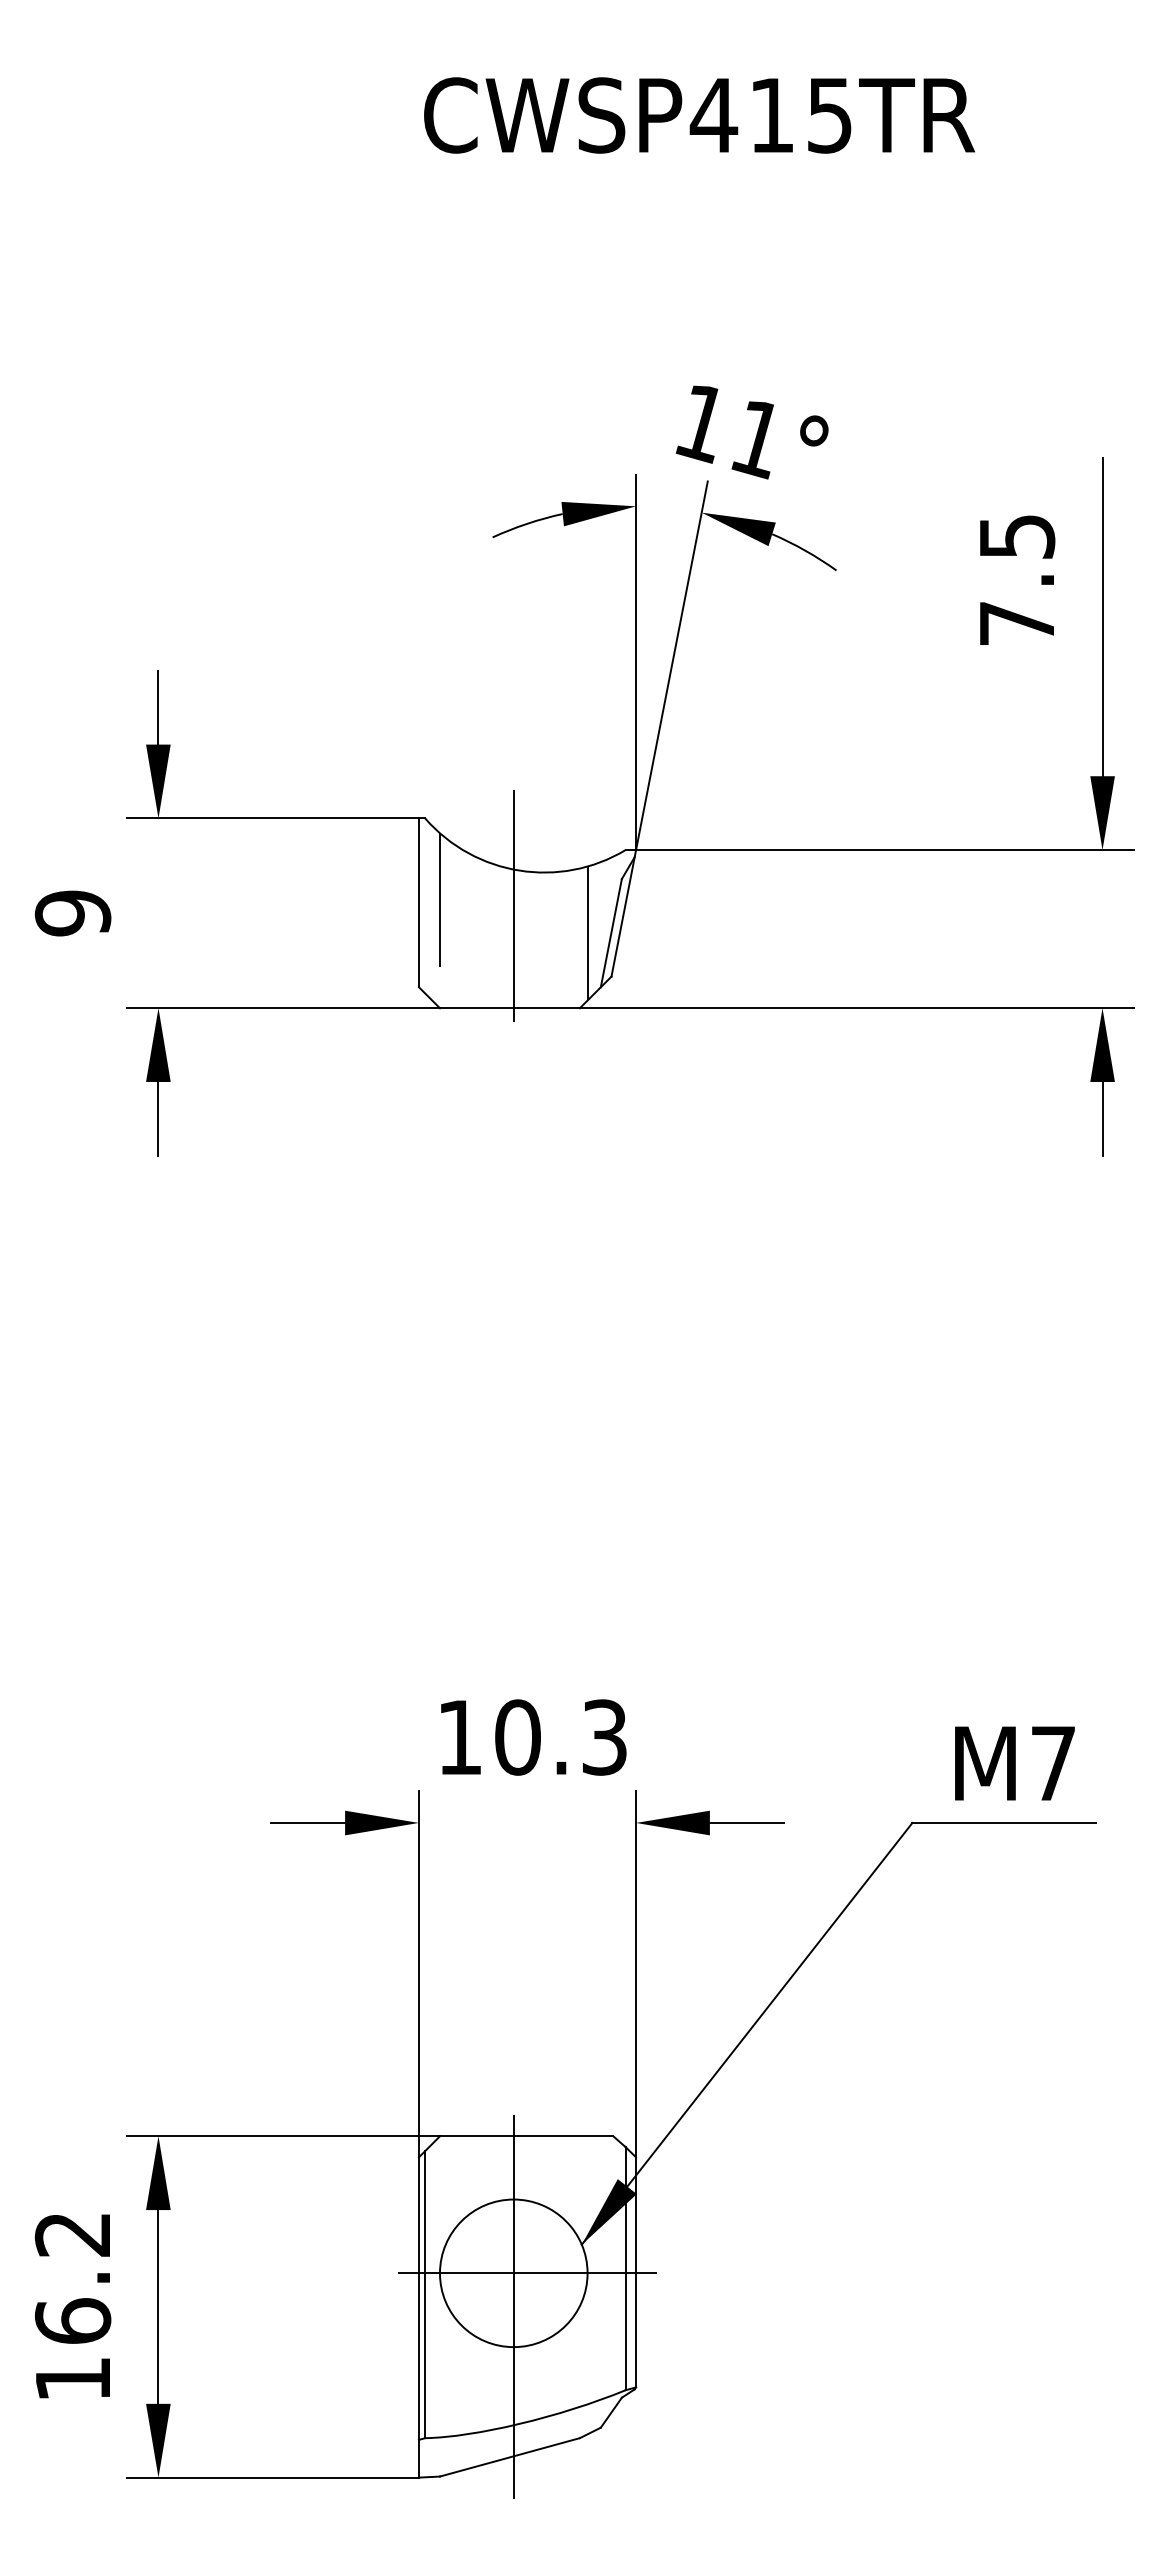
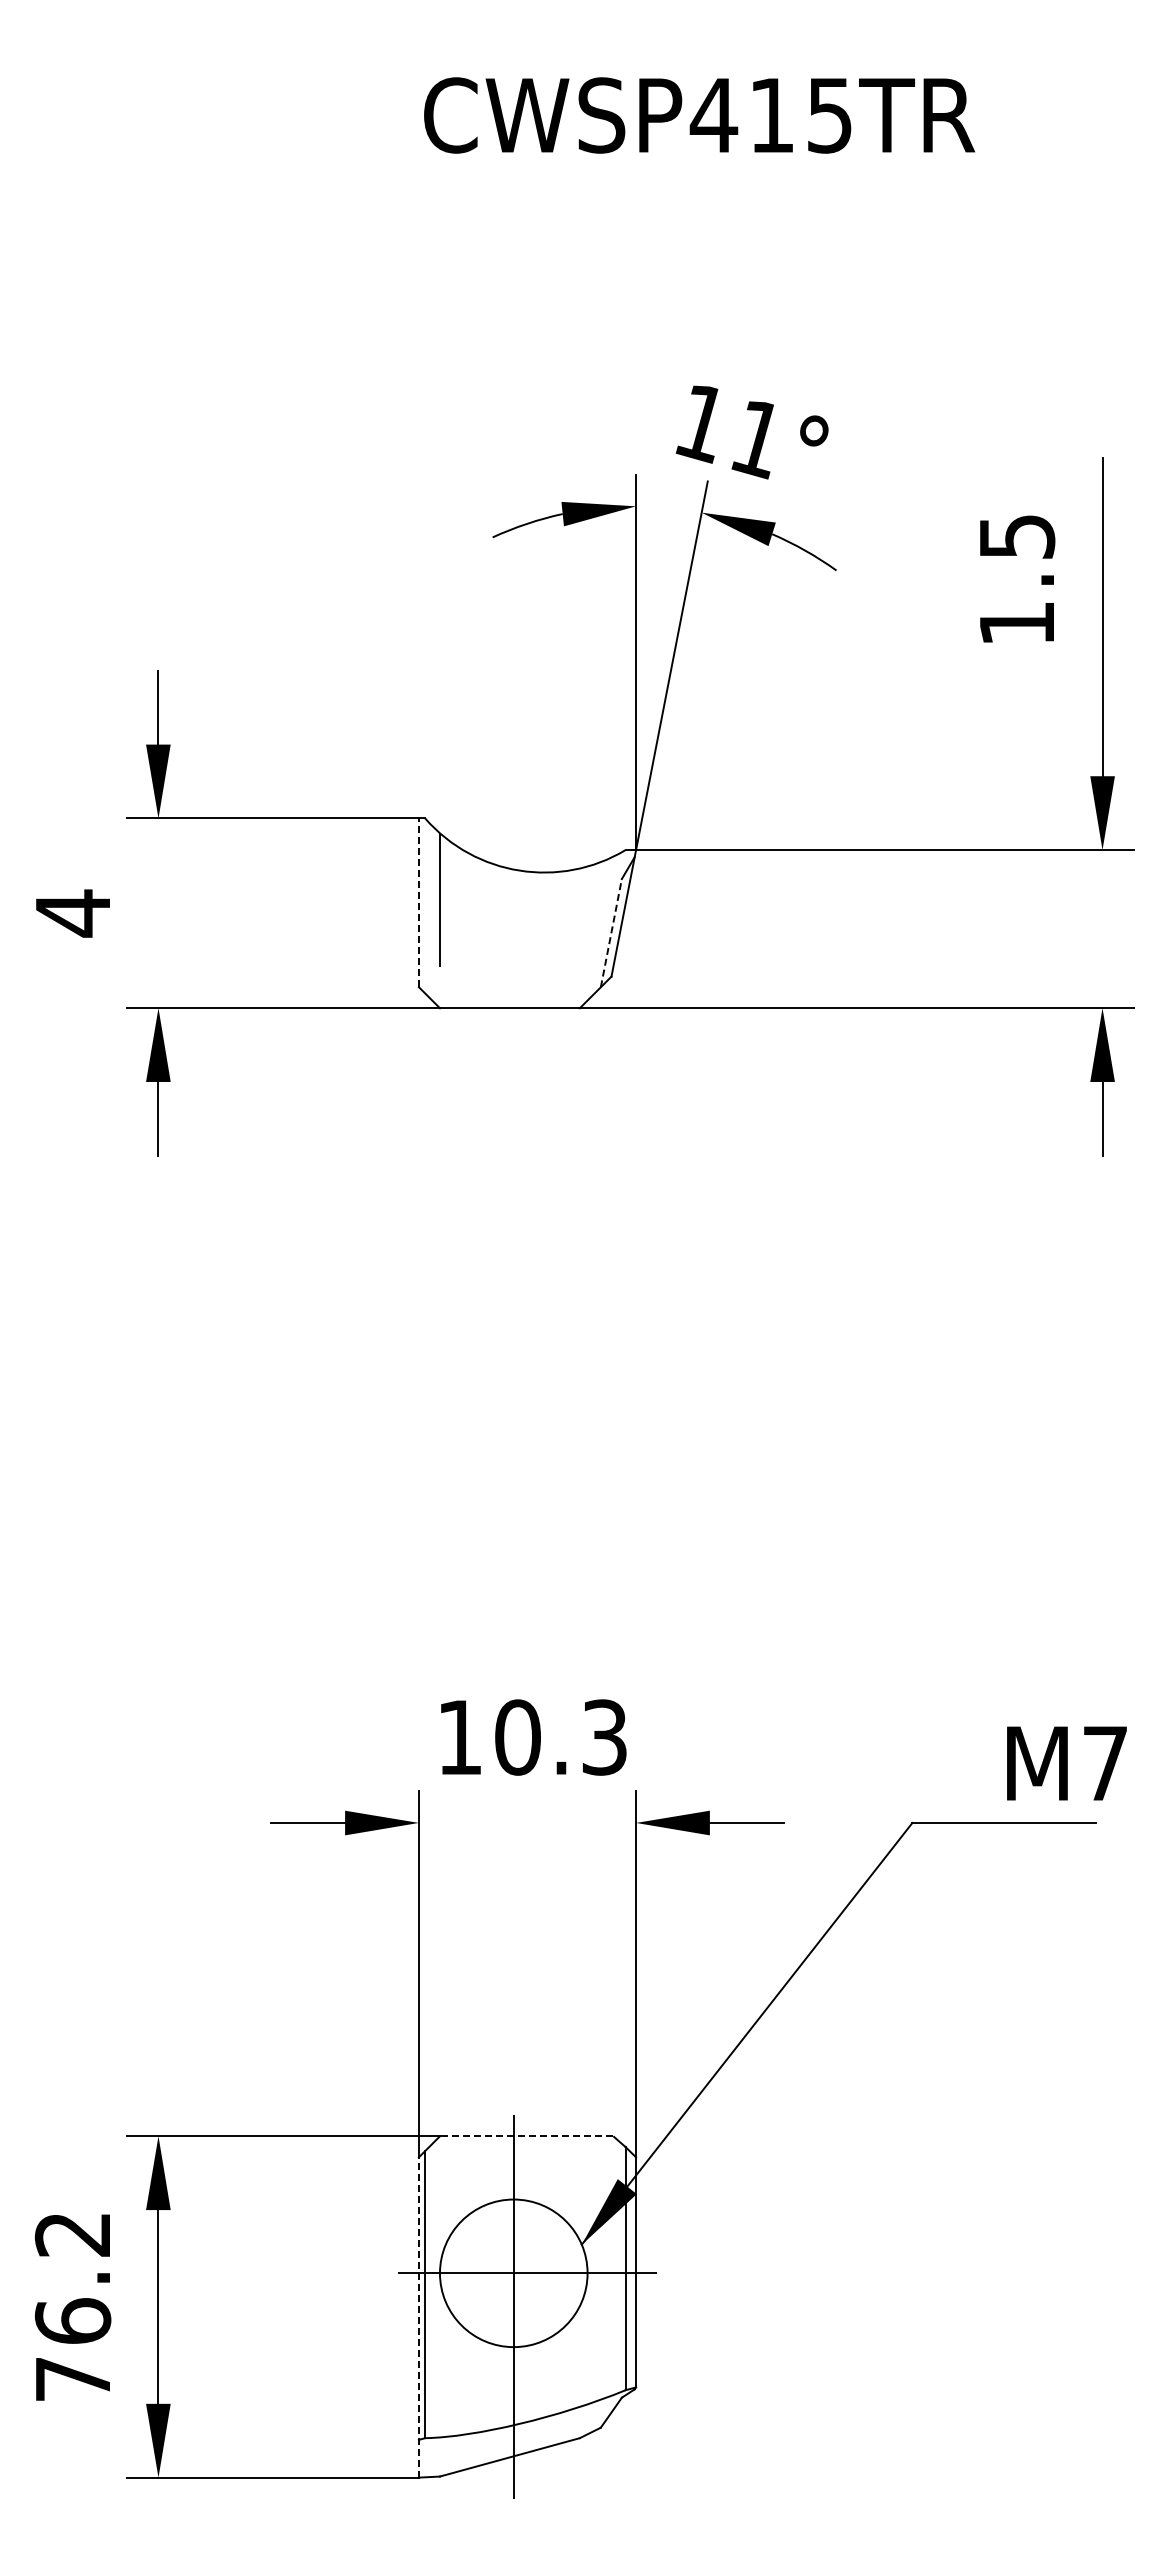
text at (1016, 623): 7.5 -> 1.5
line at (418, 902): solid -> dashed
line at (513, 905): present -> none
text at (72, 913): 9 -> 4
line at (611, 932): solid -> dashed
line at (587, 933): present -> none
text at (1014, 1763) position: (1014, 1763) -> (1066, 1763)
line at (526, 2136): solid -> dashed
line at (418, 2317): solid -> dashed
text at (72, 2379): 16.2 -> 76.2
